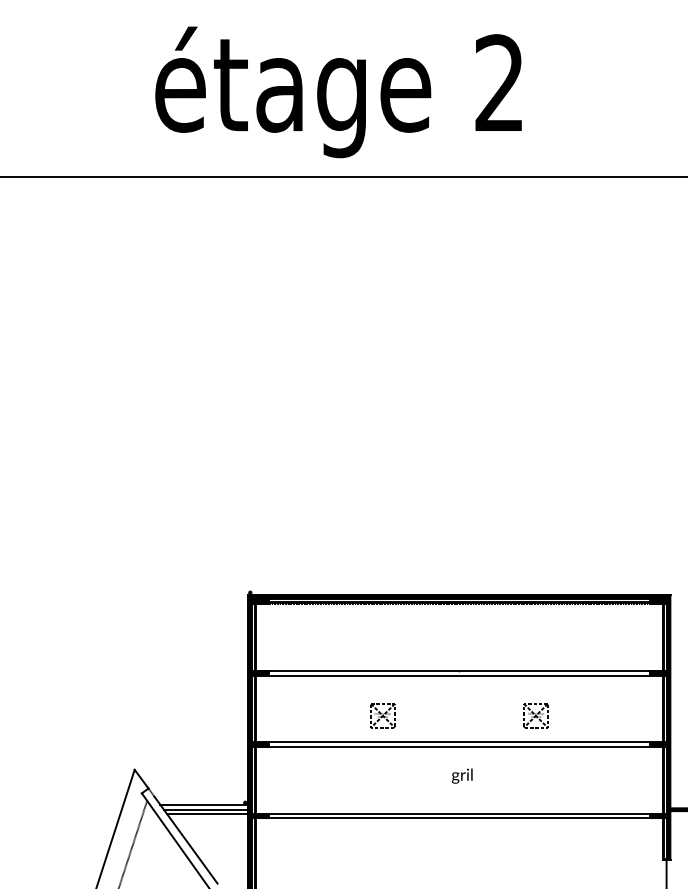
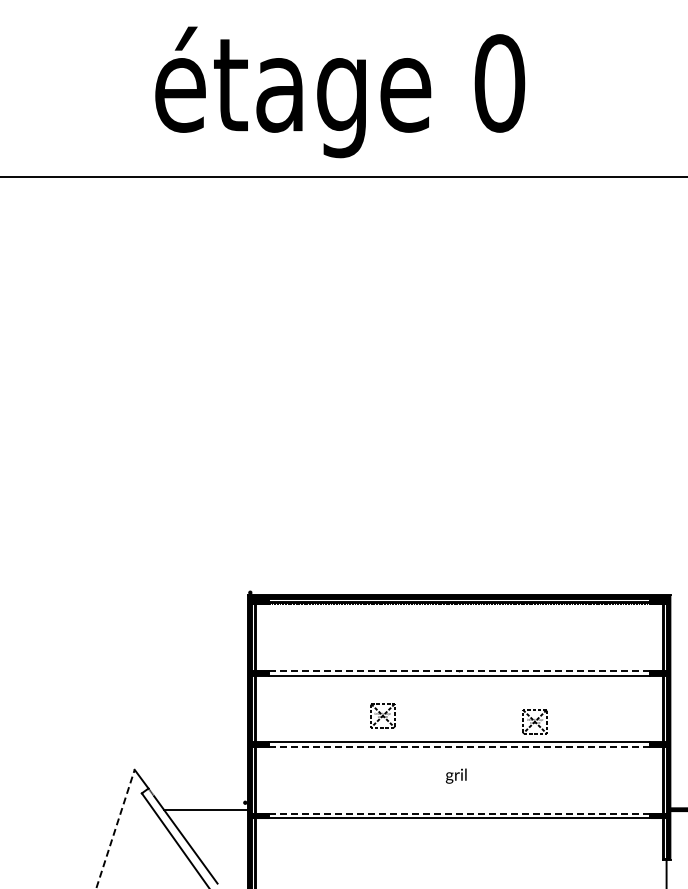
text at (499, 83): 2 -> 0
line at (459, 670): solid -> dashed
part at (535, 715) position: (535, 715) -> (534, 721)
line at (459, 747): solid -> dashed
text at (461, 775) position: (461, 775) -> (455, 775)
line at (203, 804): present -> none
line at (459, 813): solid -> dashed
line at (207, 814): present -> none
line at (115, 828): solid -> dashed
line at (133, 842): present -> none
